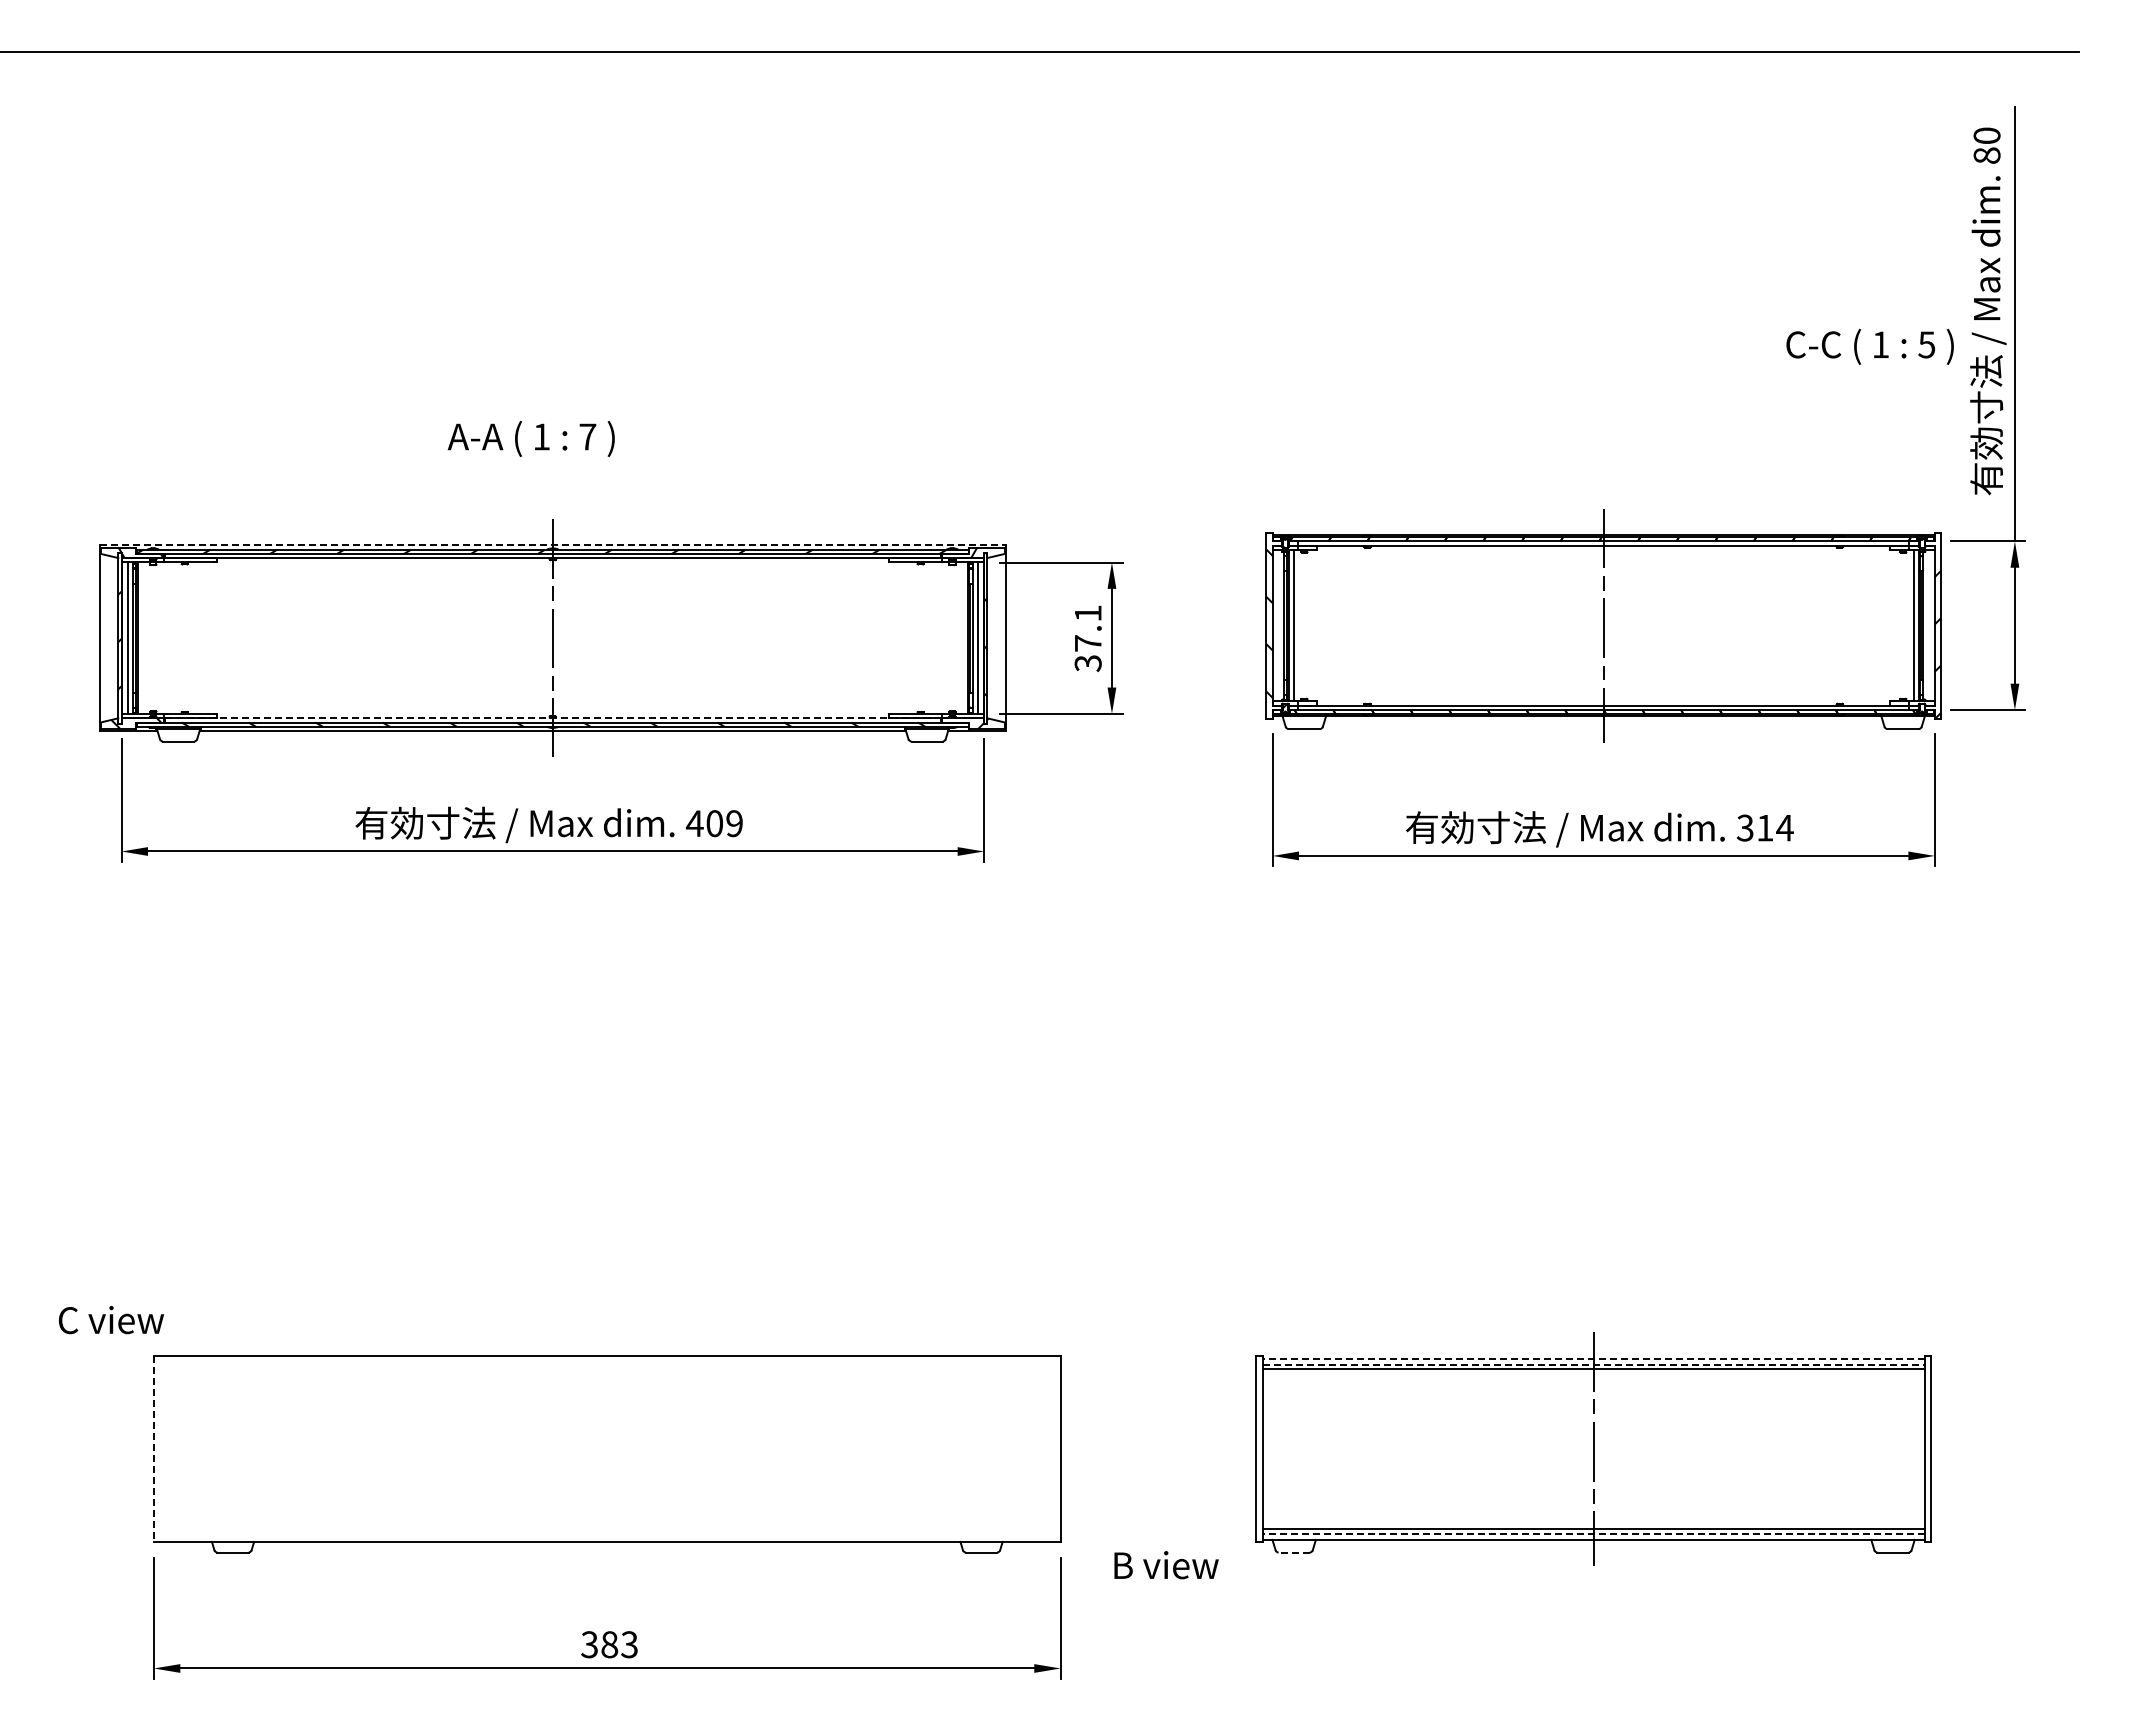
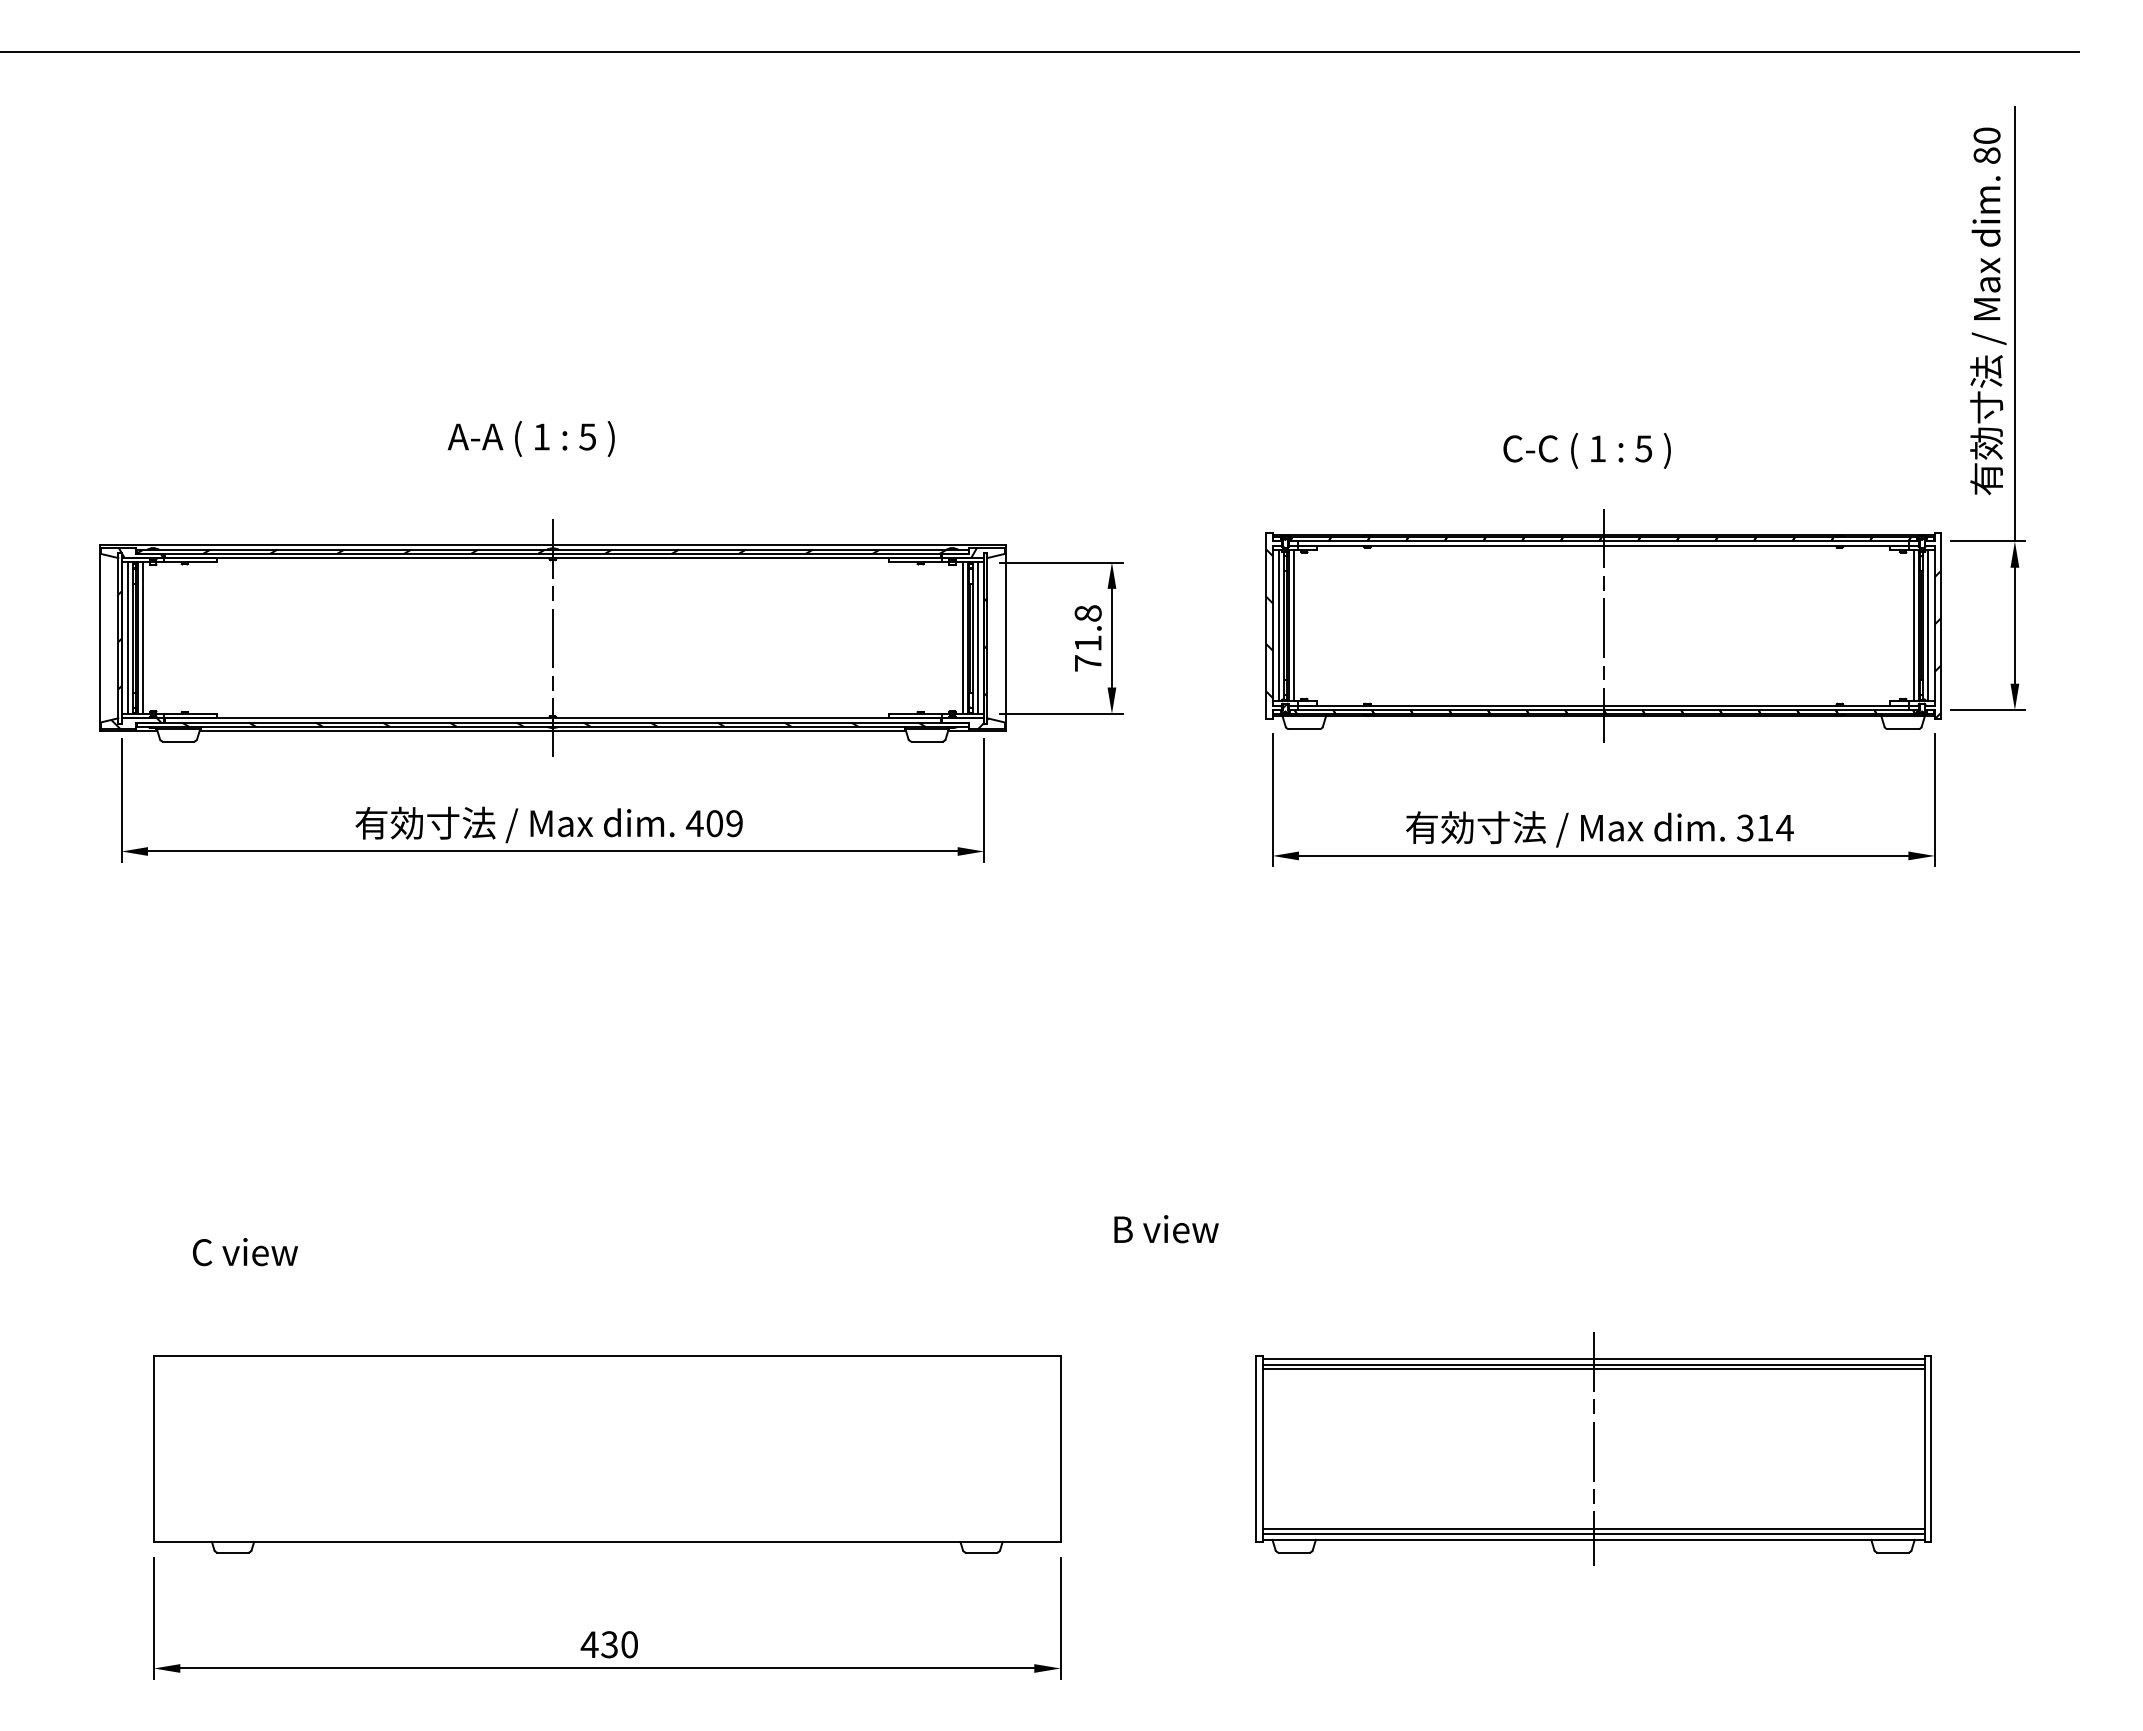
text at (1869, 346) position: (1869, 346) -> (1586, 450)
text at (587, 436): 7 -> 5
line at (553, 545): dashed -> solid
line at (1279, 625): none -> present
line at (1928, 625): none -> present
line at (142, 637): none -> present
line at (962, 637): none -> present
text at (1087, 638): 37.1 -> 71.8
line at (552, 718): dashed -> solid
text at (111, 1320) position: (111, 1320) -> (245, 1252)
line at (1593, 1358): dashed -> solid
line at (1594, 1364): dashed -> solid
line at (153, 1449): dashed -> solid
line at (1593, 1533): dashed -> solid
line at (1294, 1552): dashed -> solid
text at (1166, 1565) position: (1166, 1565) -> (1166, 1229)
text at (608, 1644): 383 -> 430
